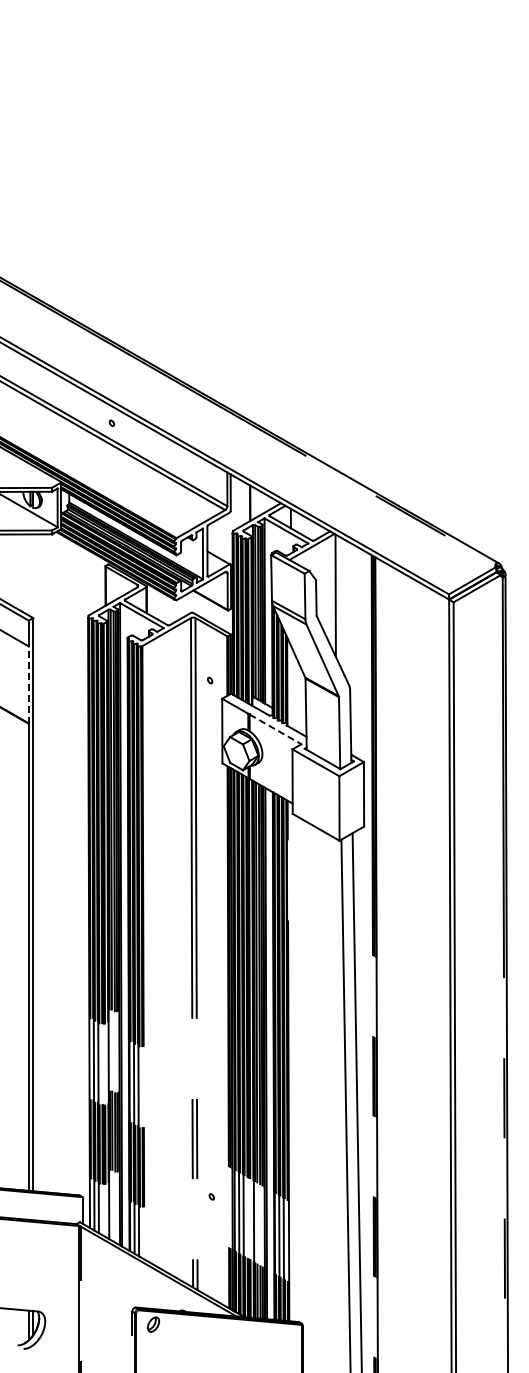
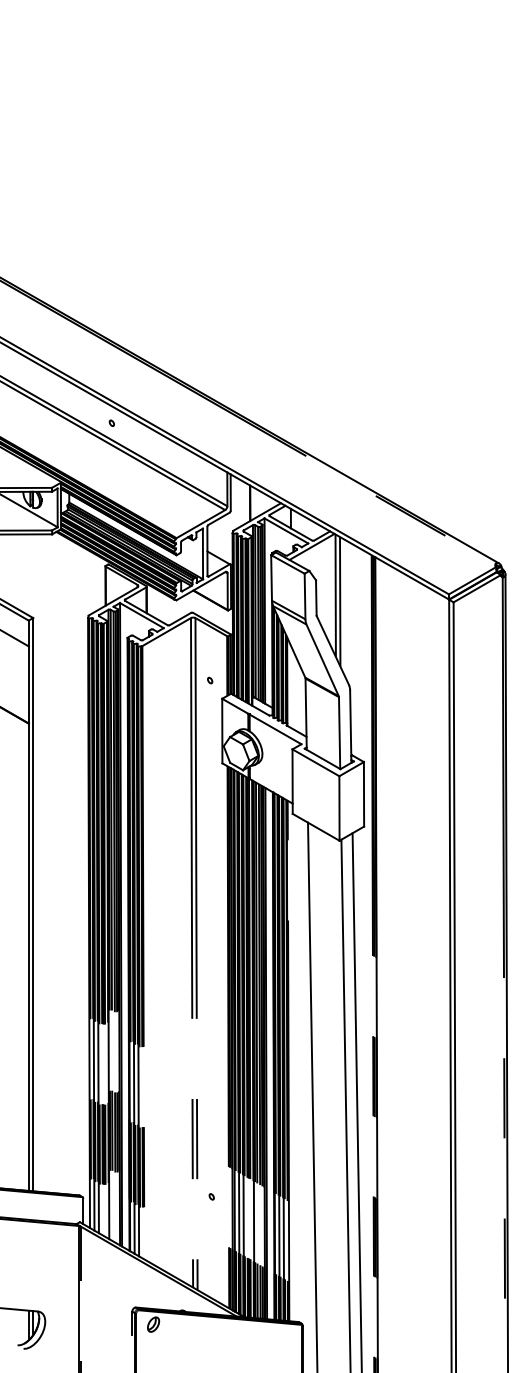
line at (340, 601): none -> present
line at (28, 684): dashed -> solid
line at (275, 729): dashed -> solid
line at (312, 1095): none -> present
